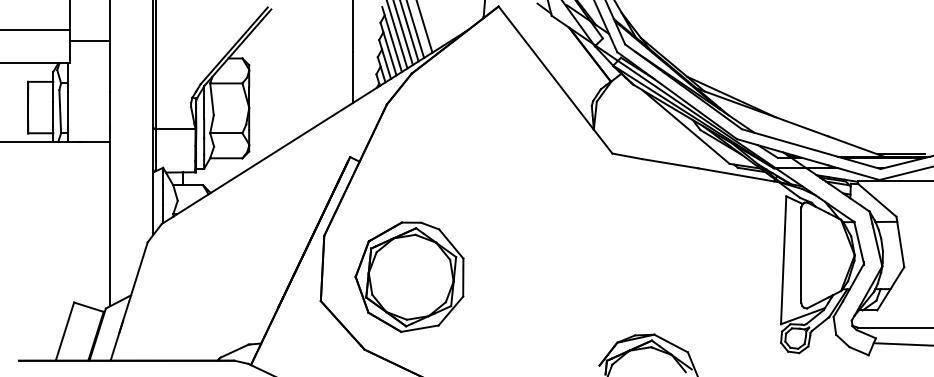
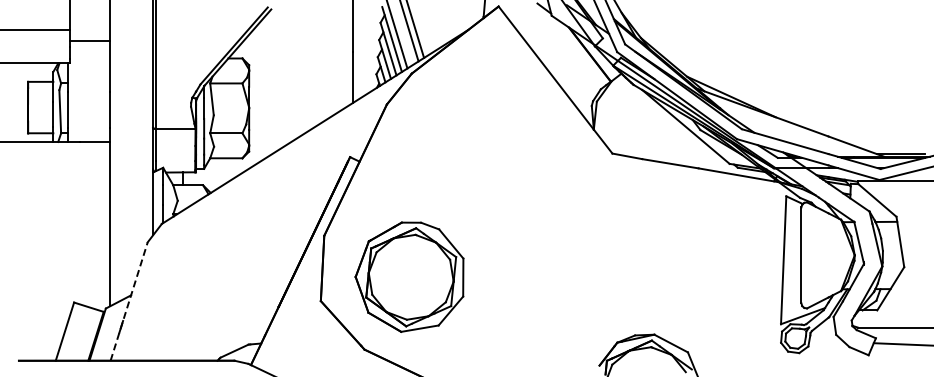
line at (424, 27): present -> none
line at (403, 33): present -> none
line at (129, 301): solid -> dashed
